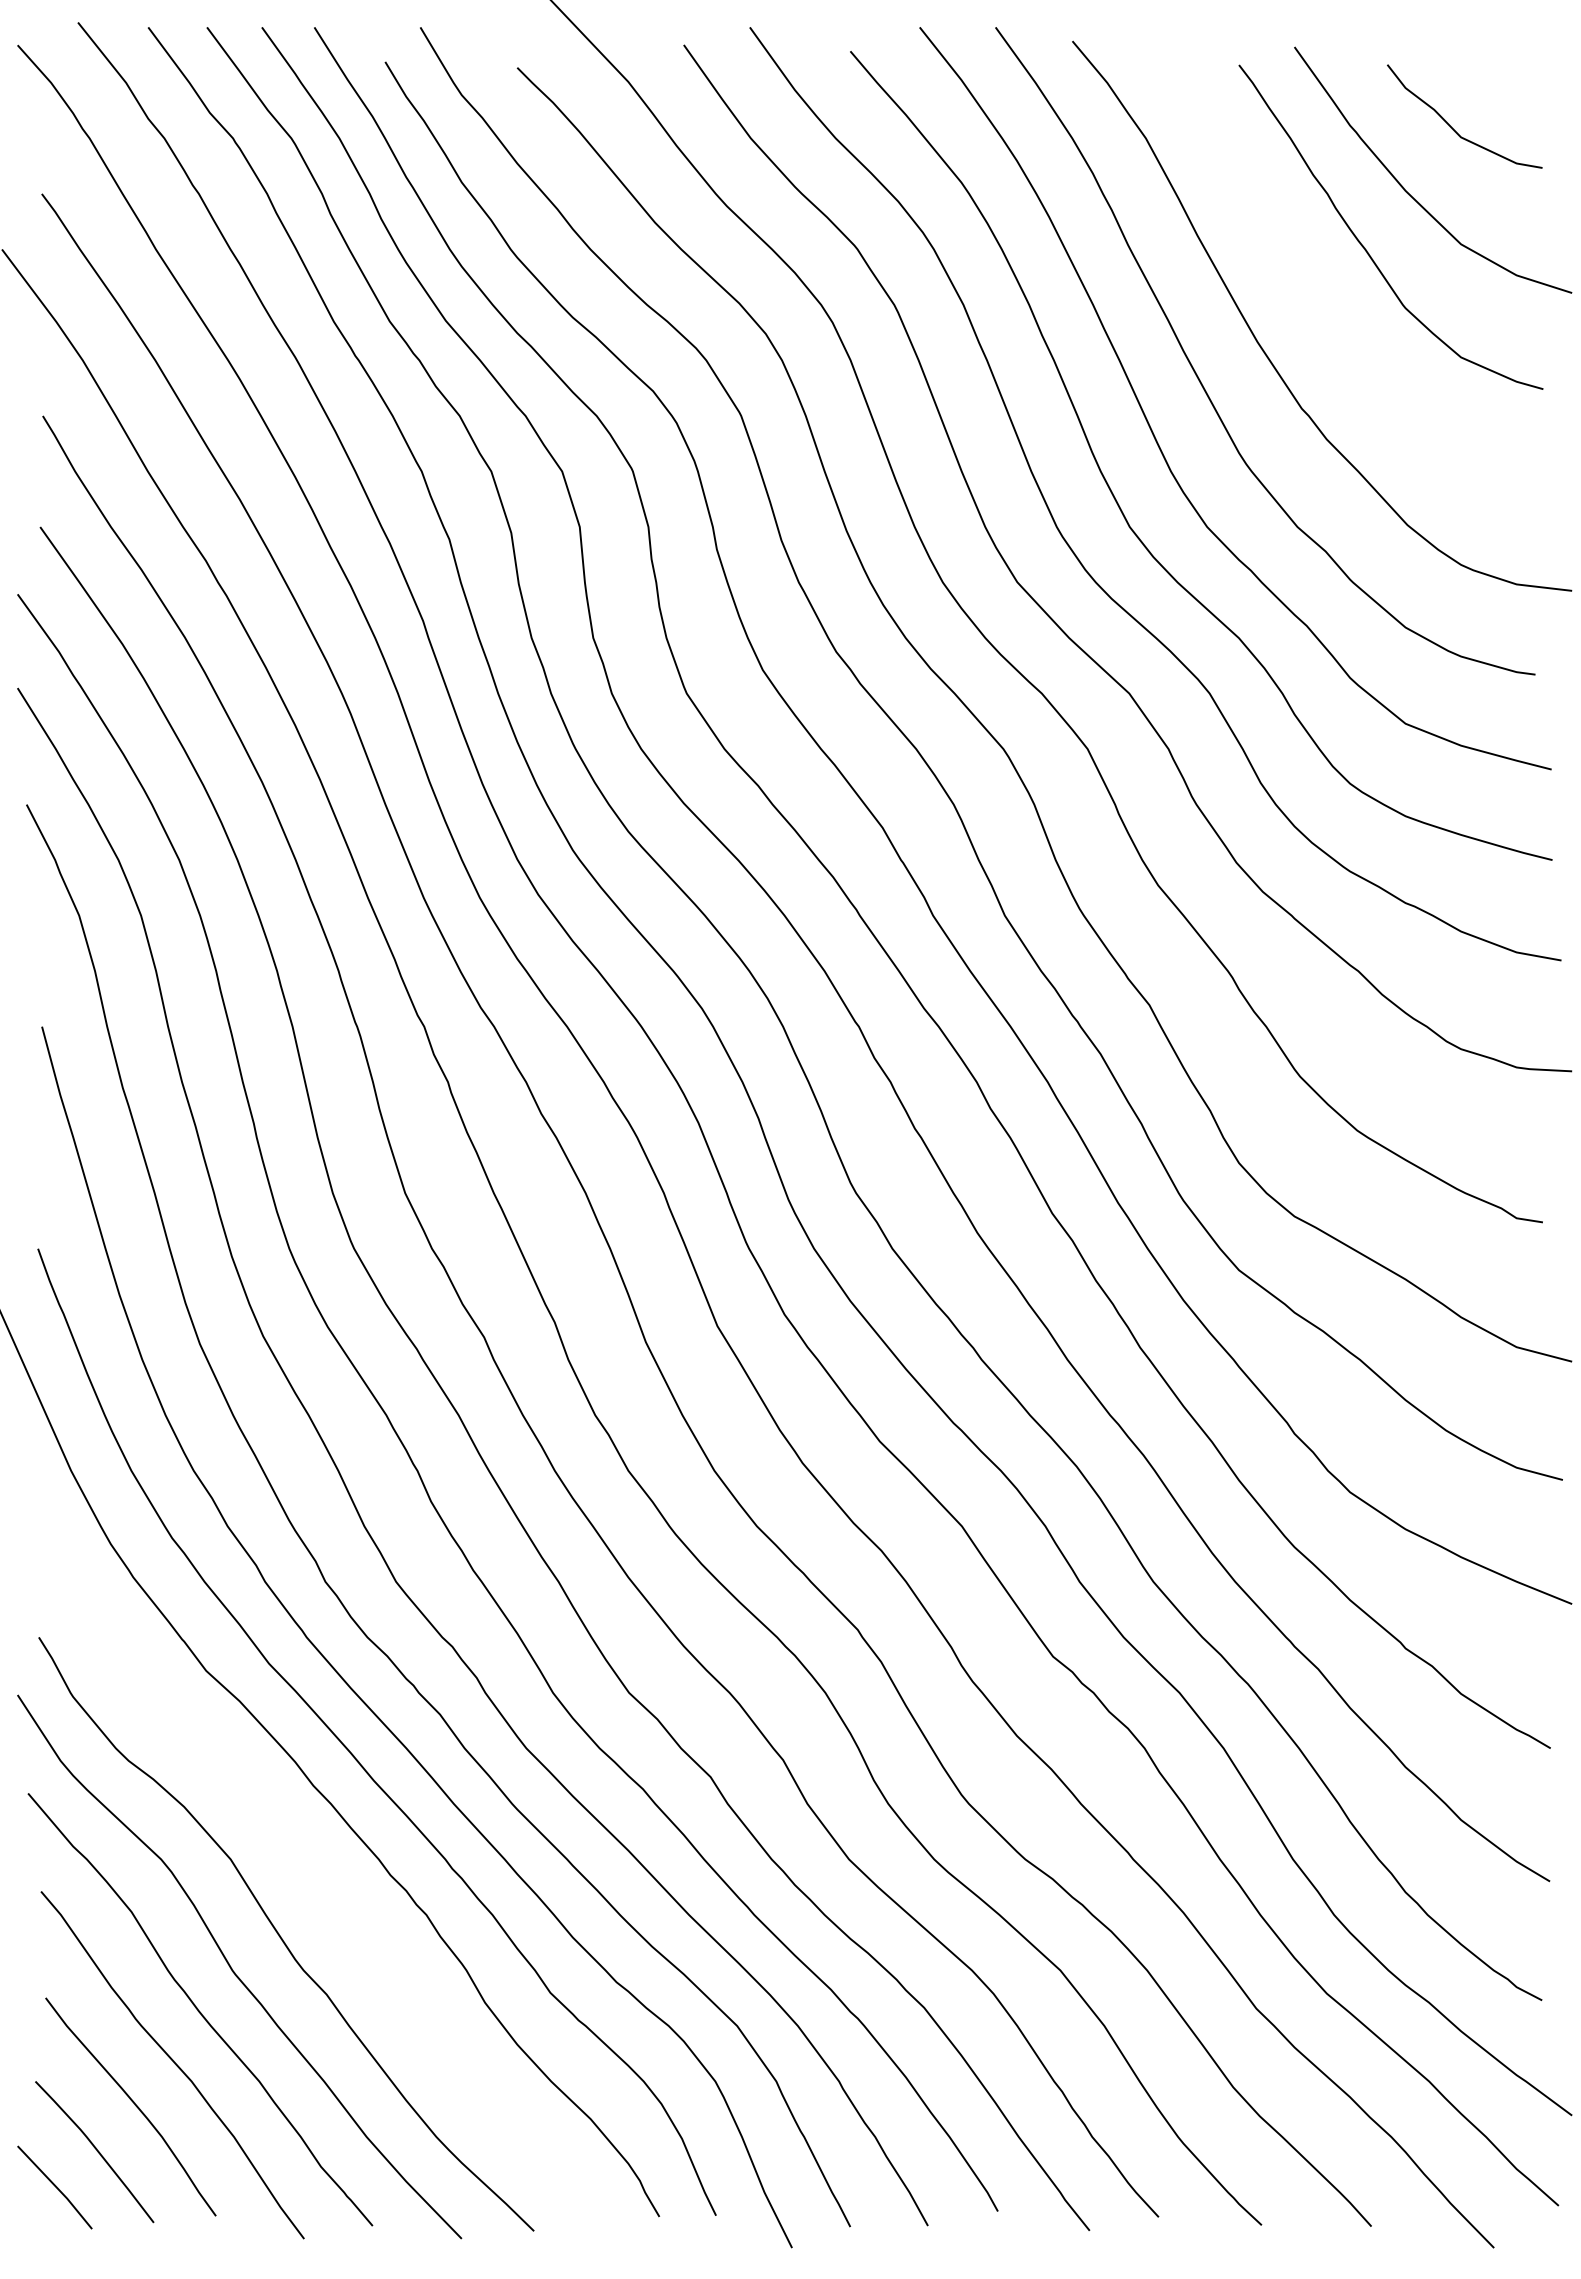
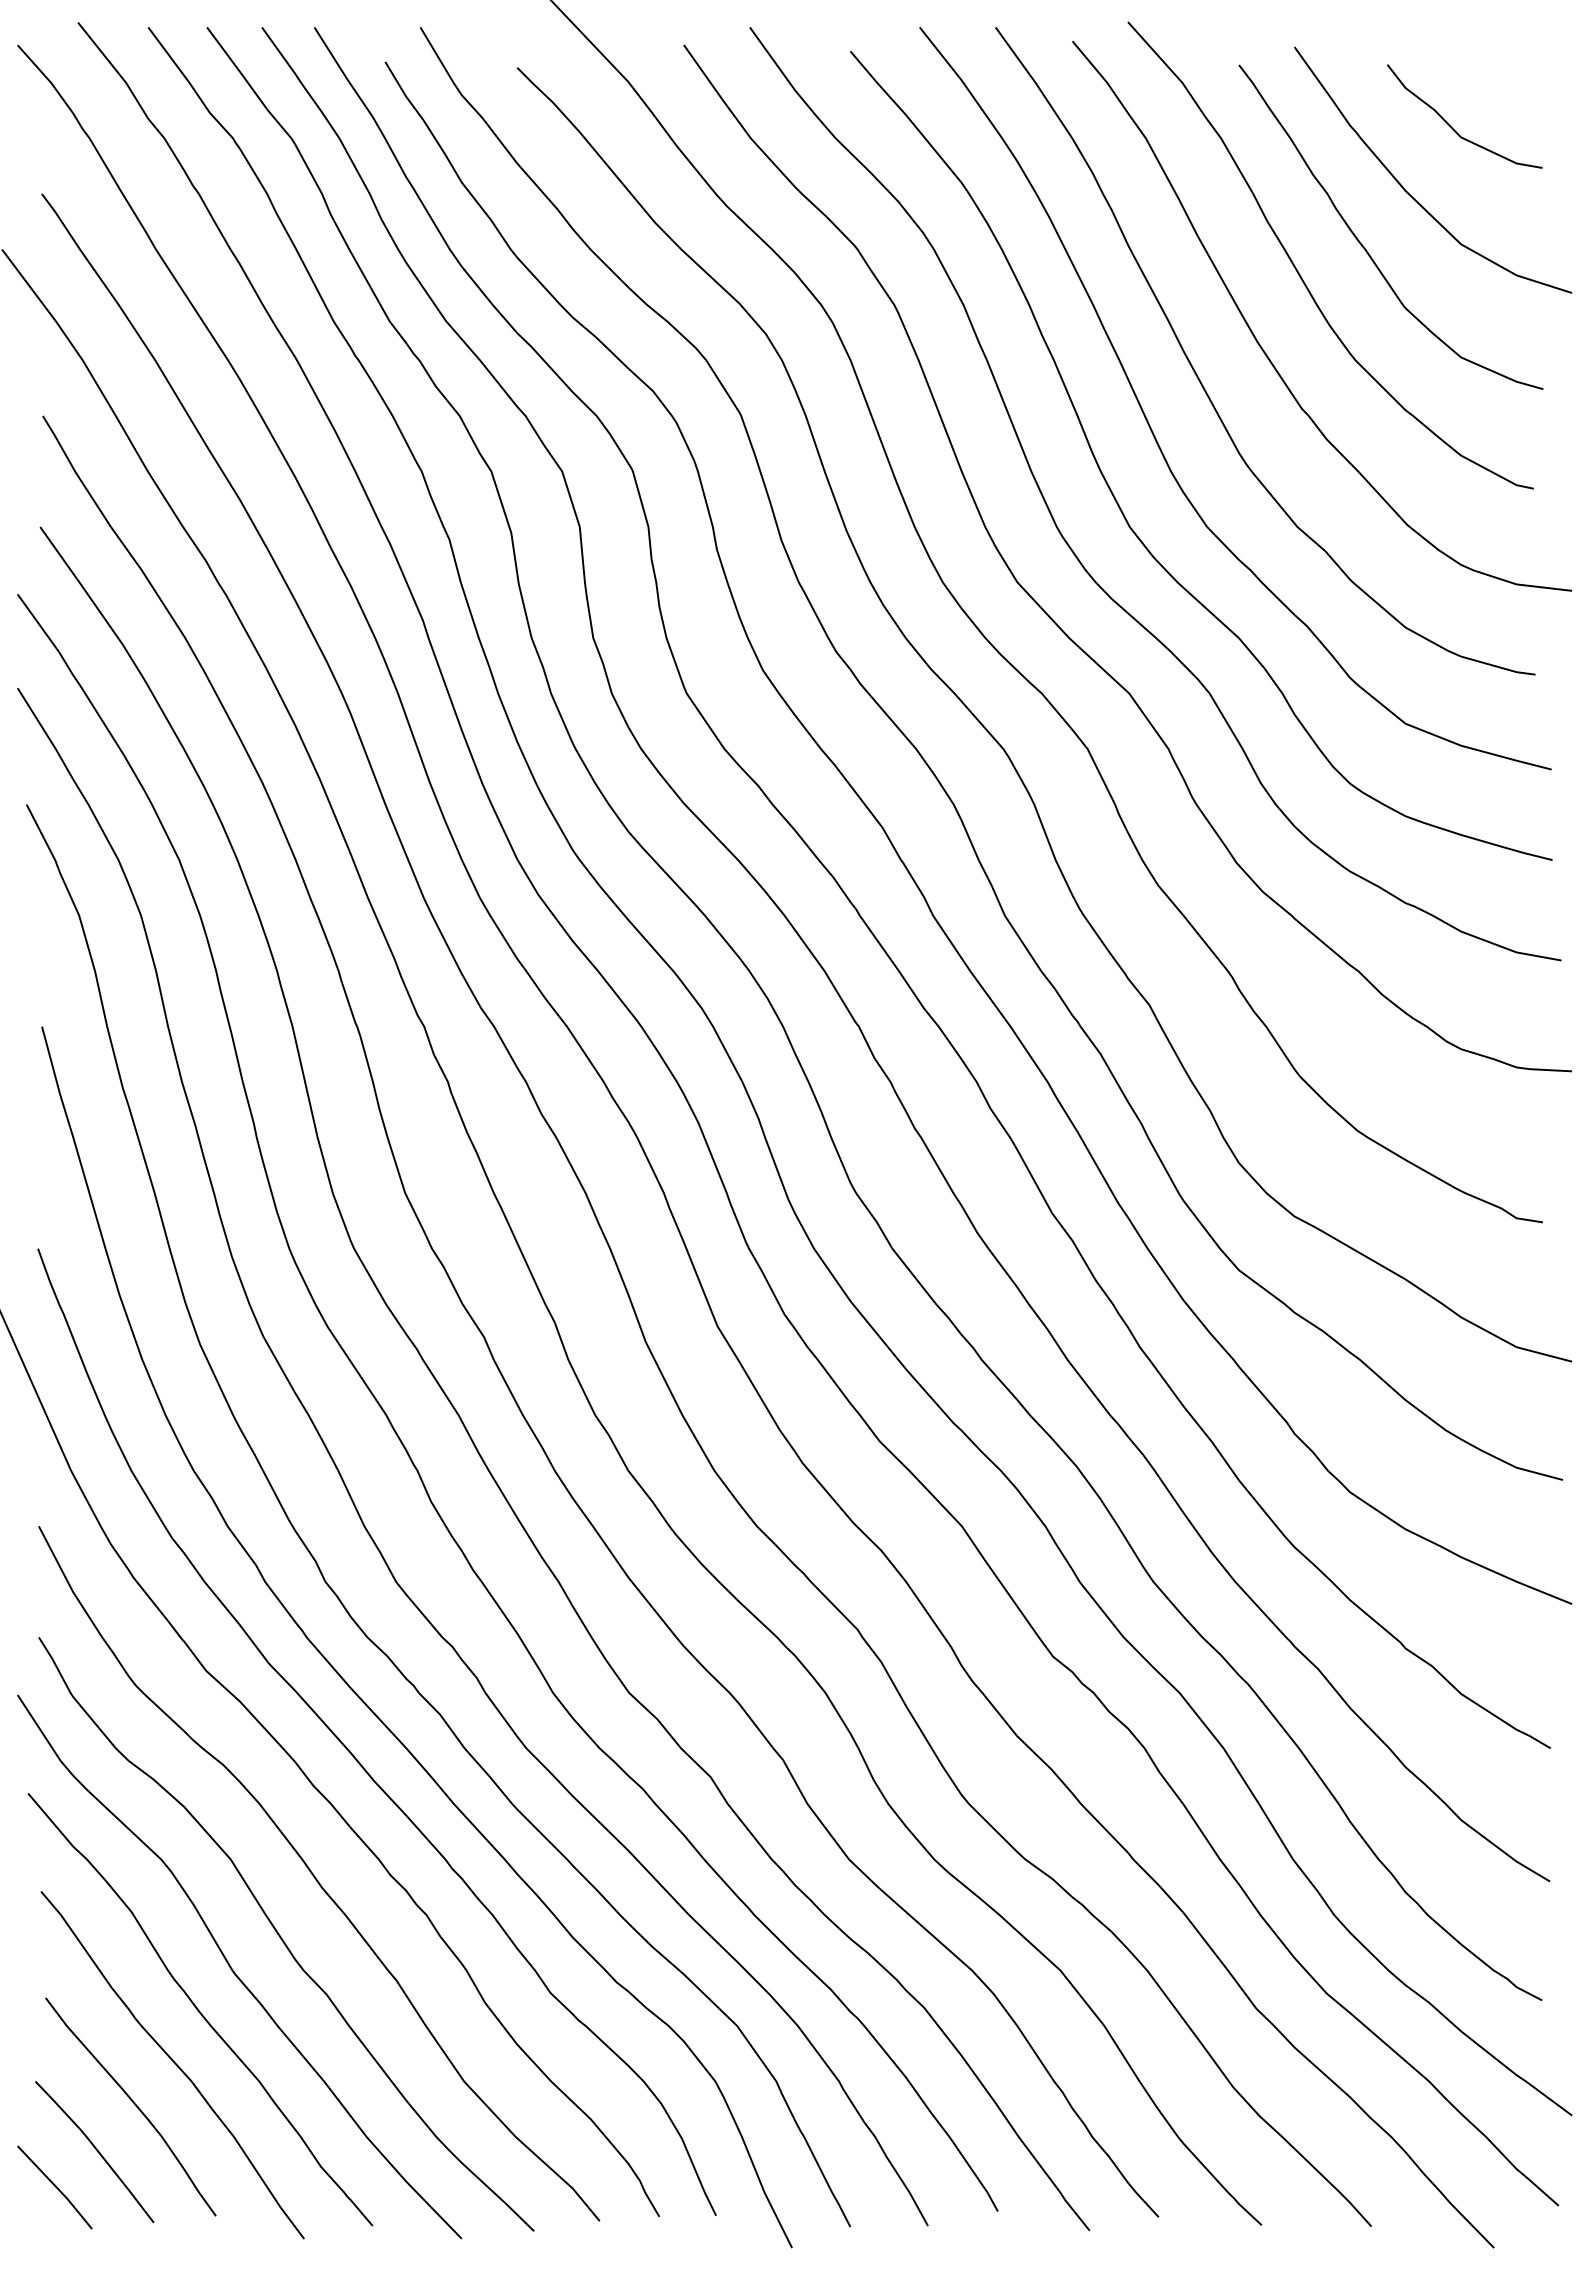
curve at (1299, 272): none -> present
curve at (315, 1876): none -> present
